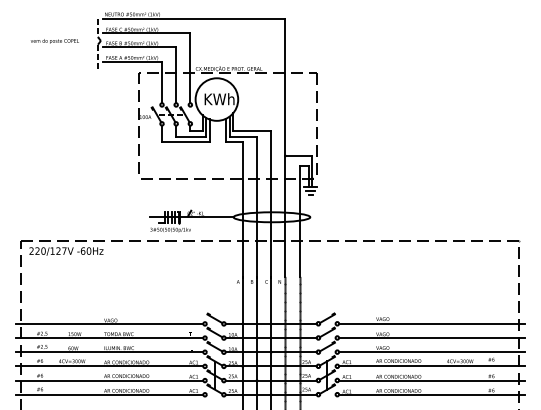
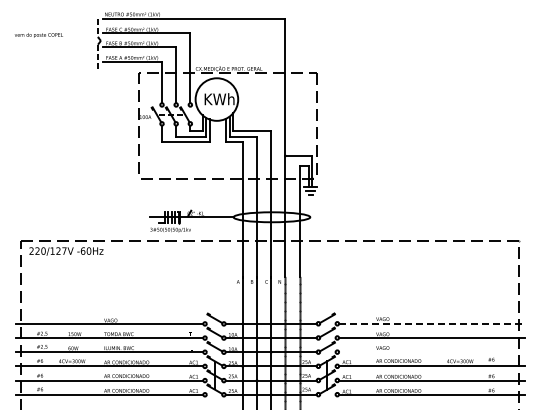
text at (54, 41) position: (54, 41) -> (38, 35)
line at (431, 323): solid -> dashed
line at (431, 352): present -> none
